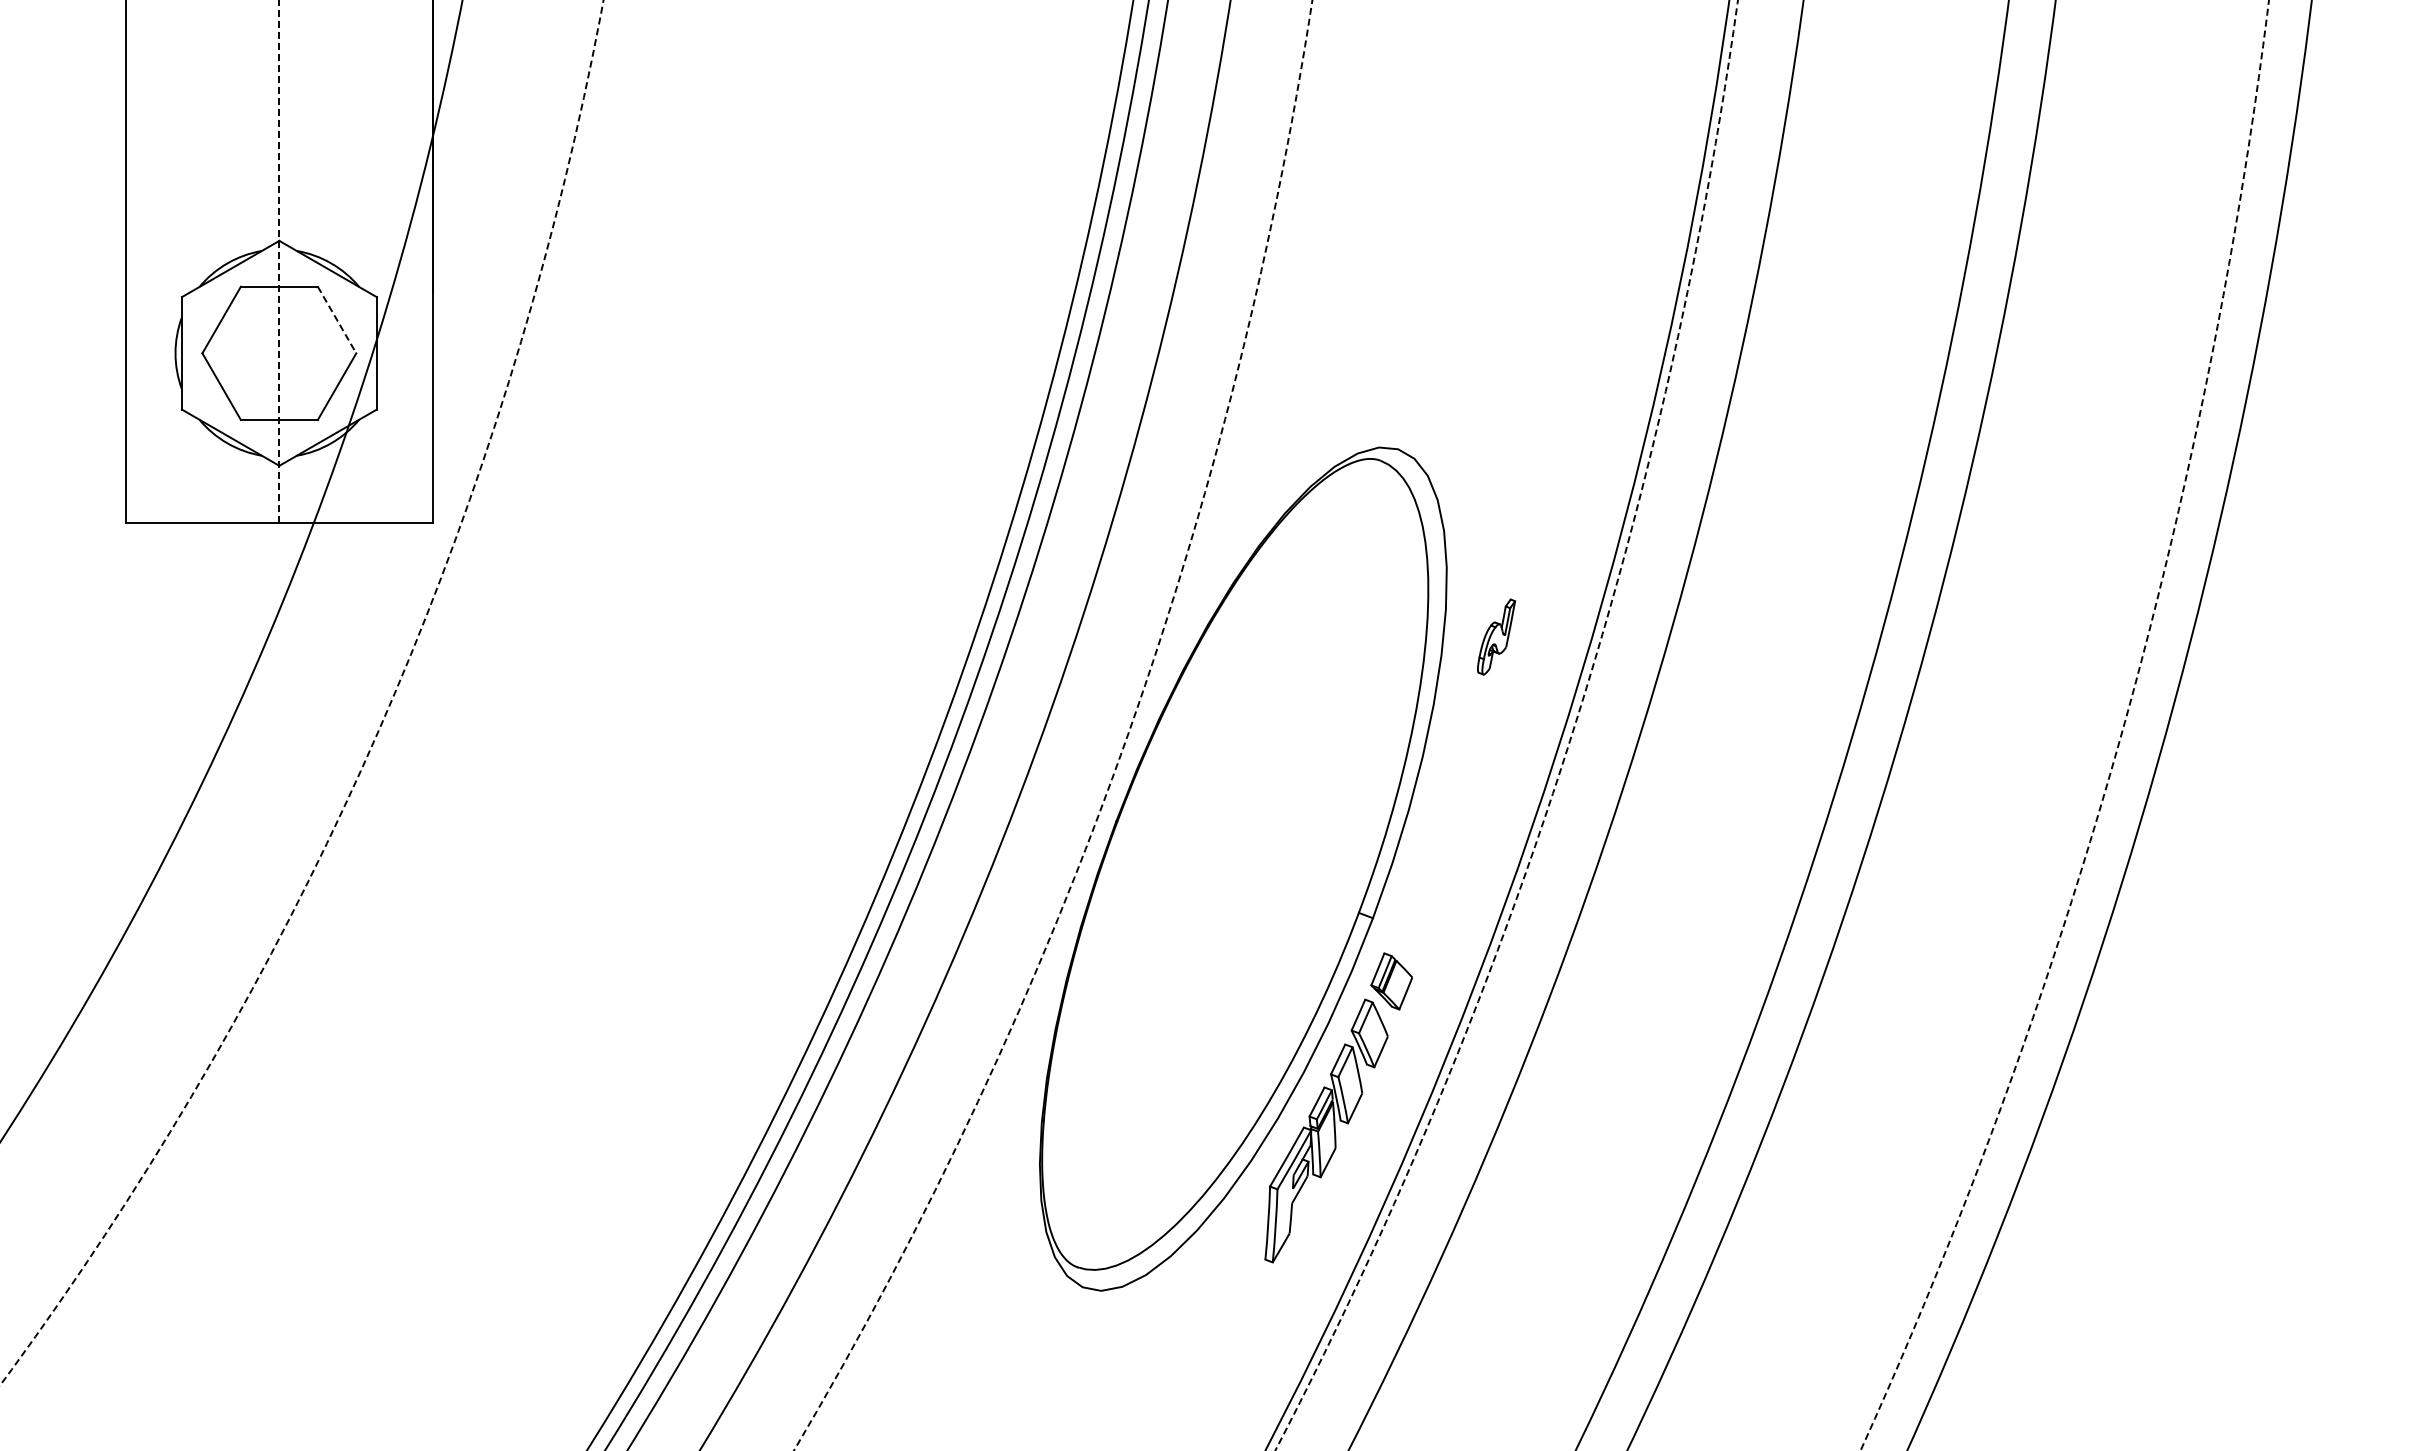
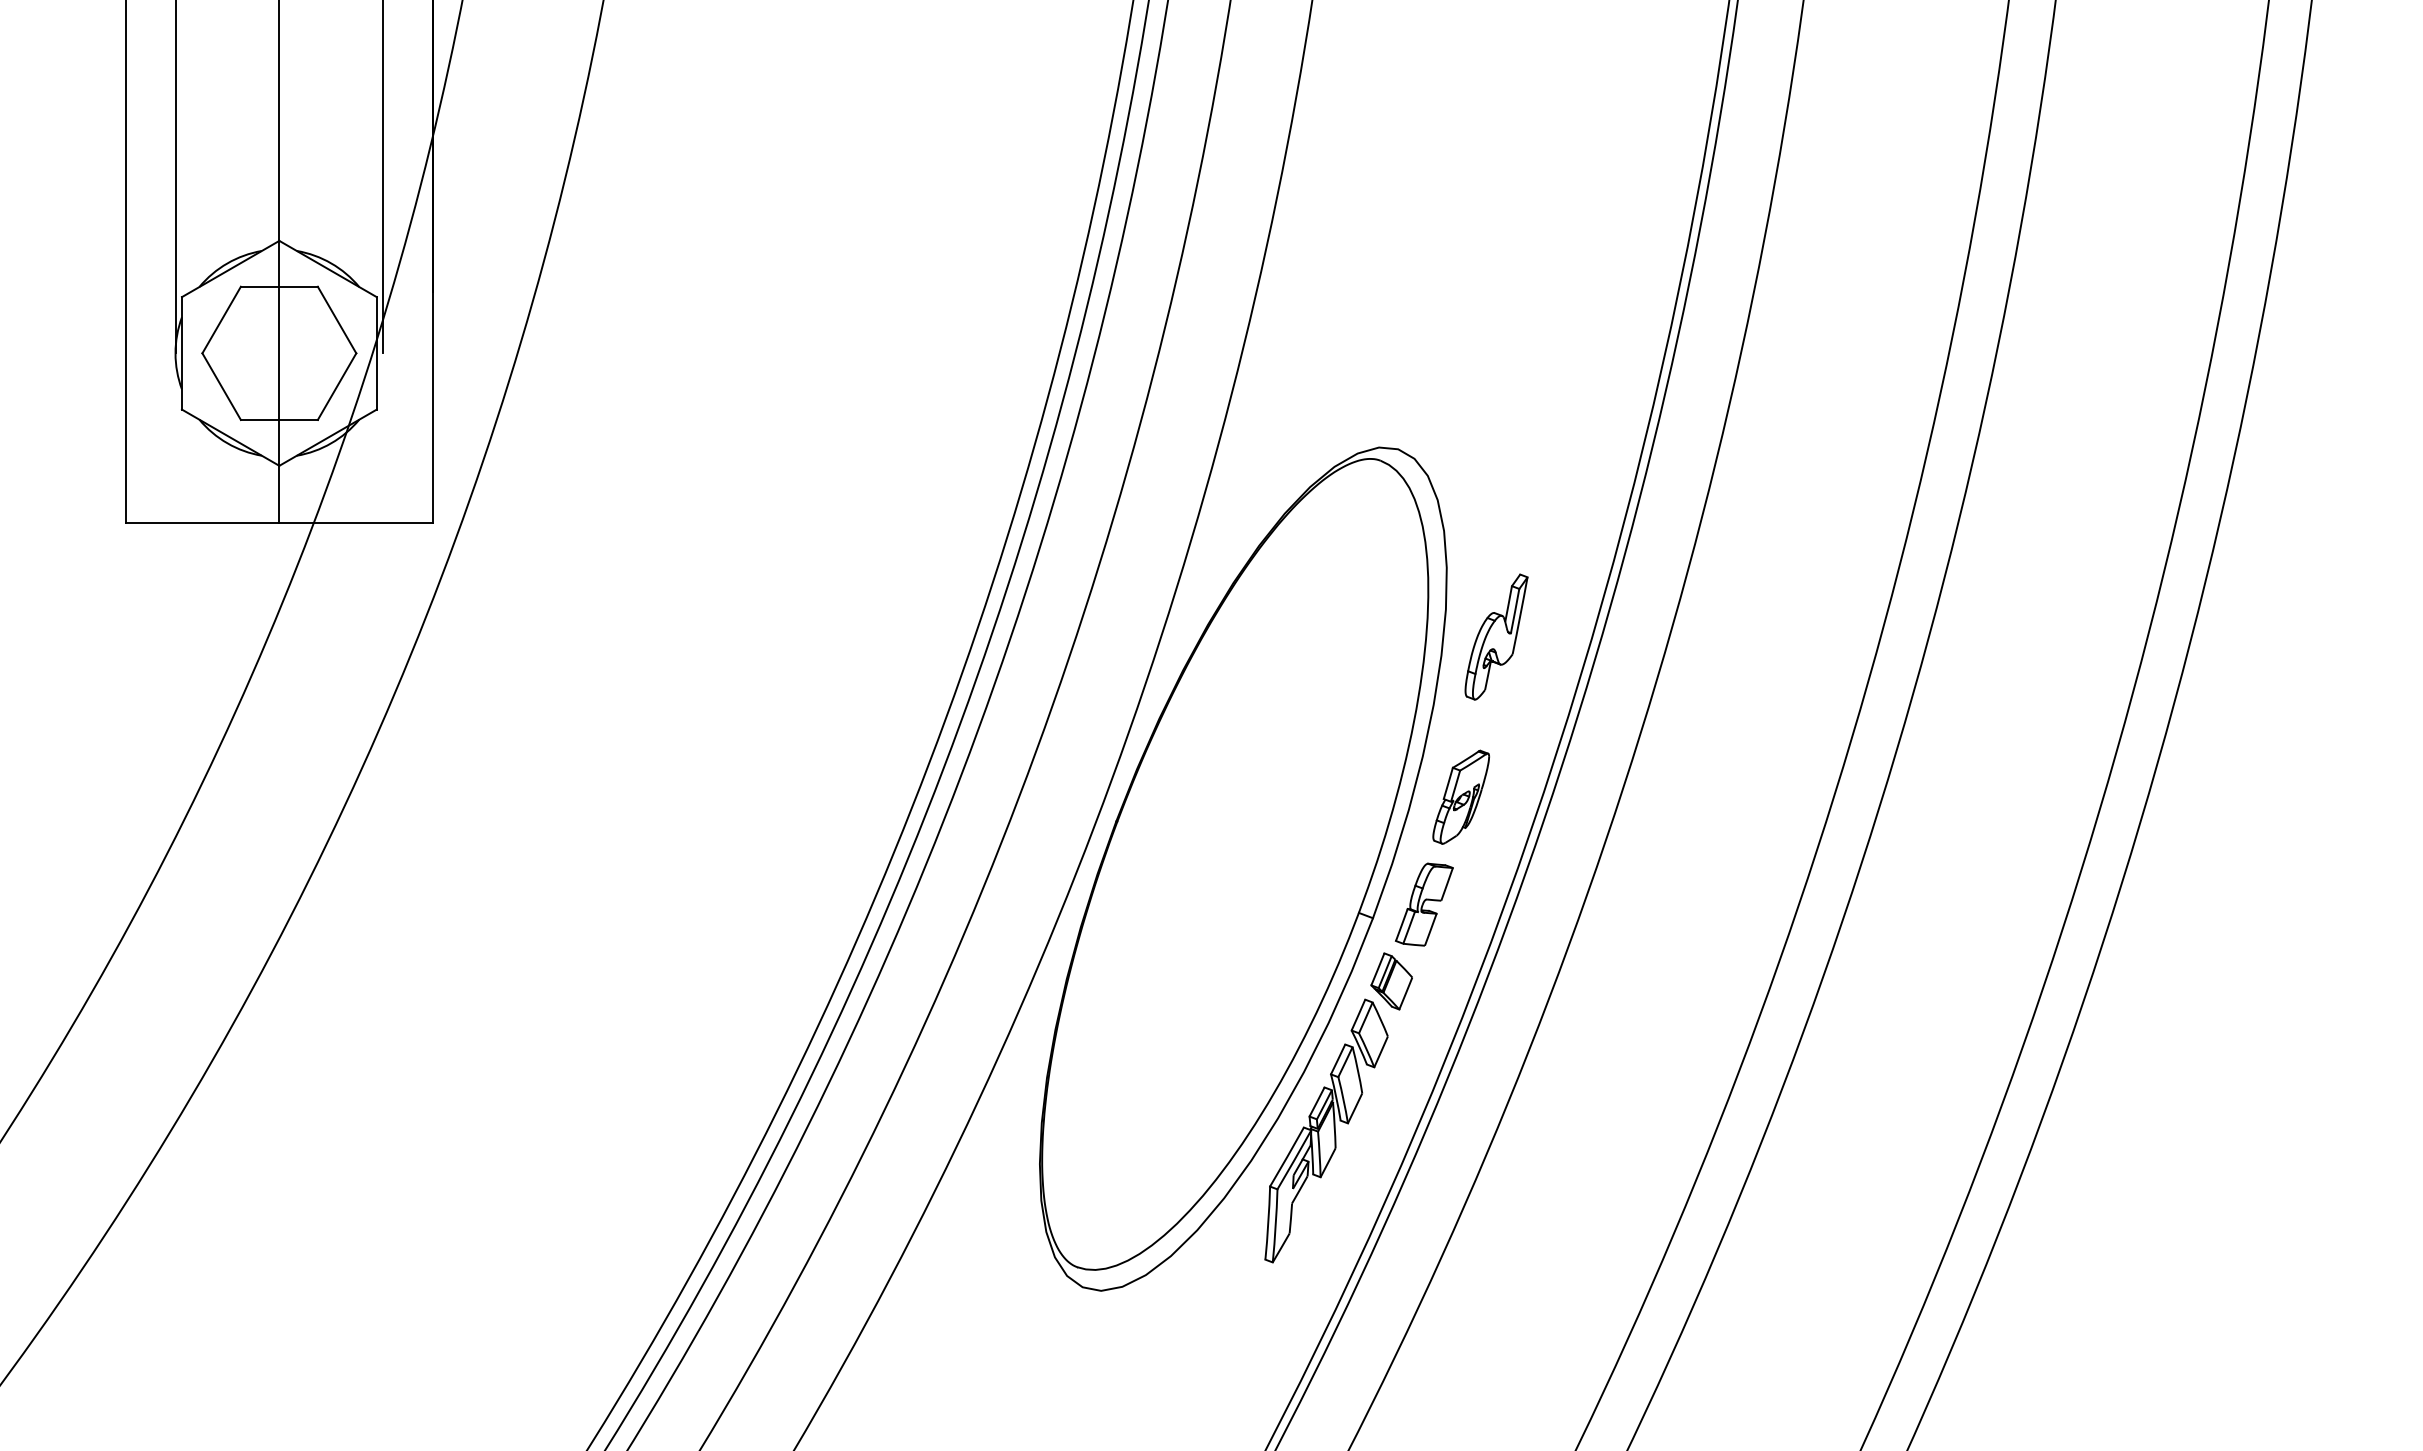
line at (175, 177): none -> present
line at (383, 177): none -> present
line at (279, 261): dashed -> solid
line at (337, 320): dashed -> solid
part at (1496, 636) size: 40x78 px -> 65x128 px
circle at (301, 692): dashed -> solid
circle at (1052, 725): dashed -> solid
circle at (1506, 725): dashed -> solid
circle at (2064, 725): dashed -> solid
part at (1460, 796): none -> present
part at (1423, 904): none -> present
